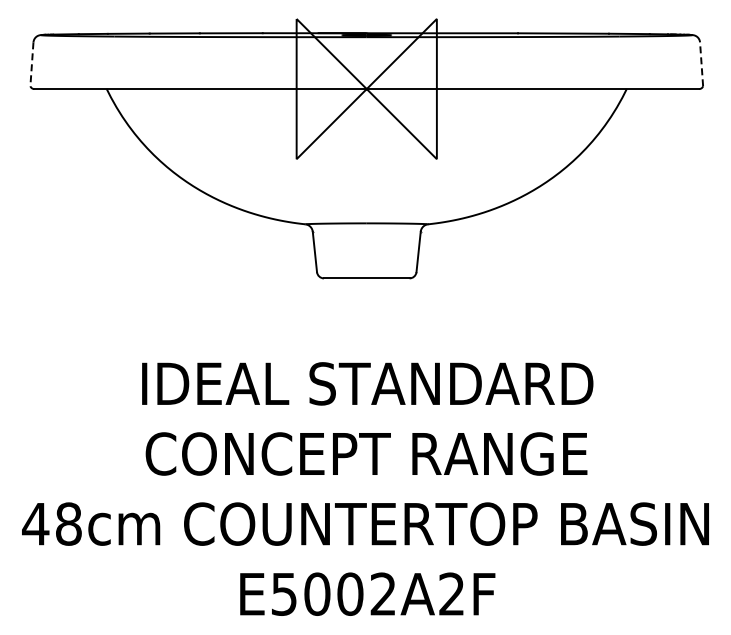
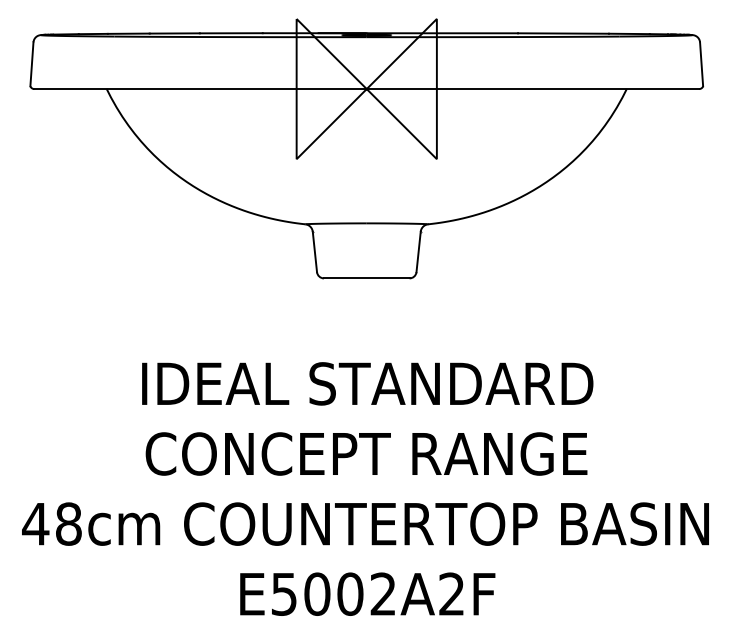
line at (701, 63): dashed -> solid
line at (31, 64): dashed -> solid
